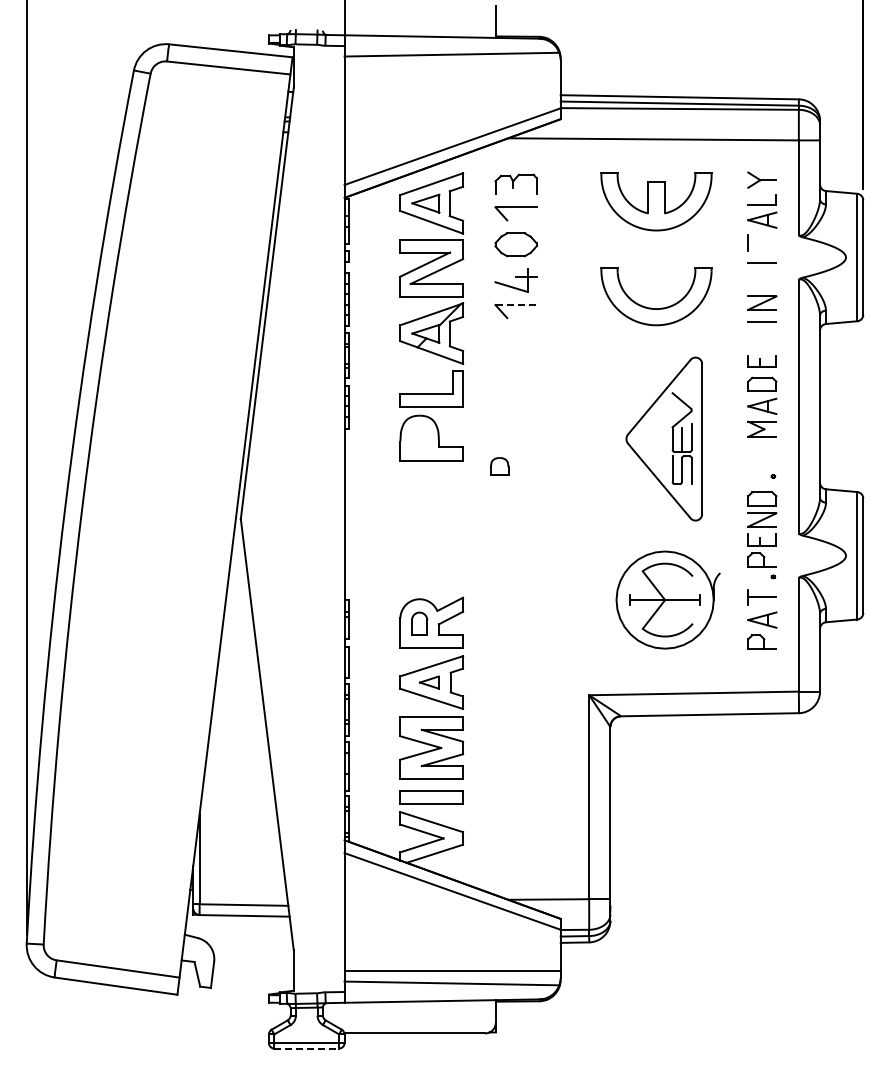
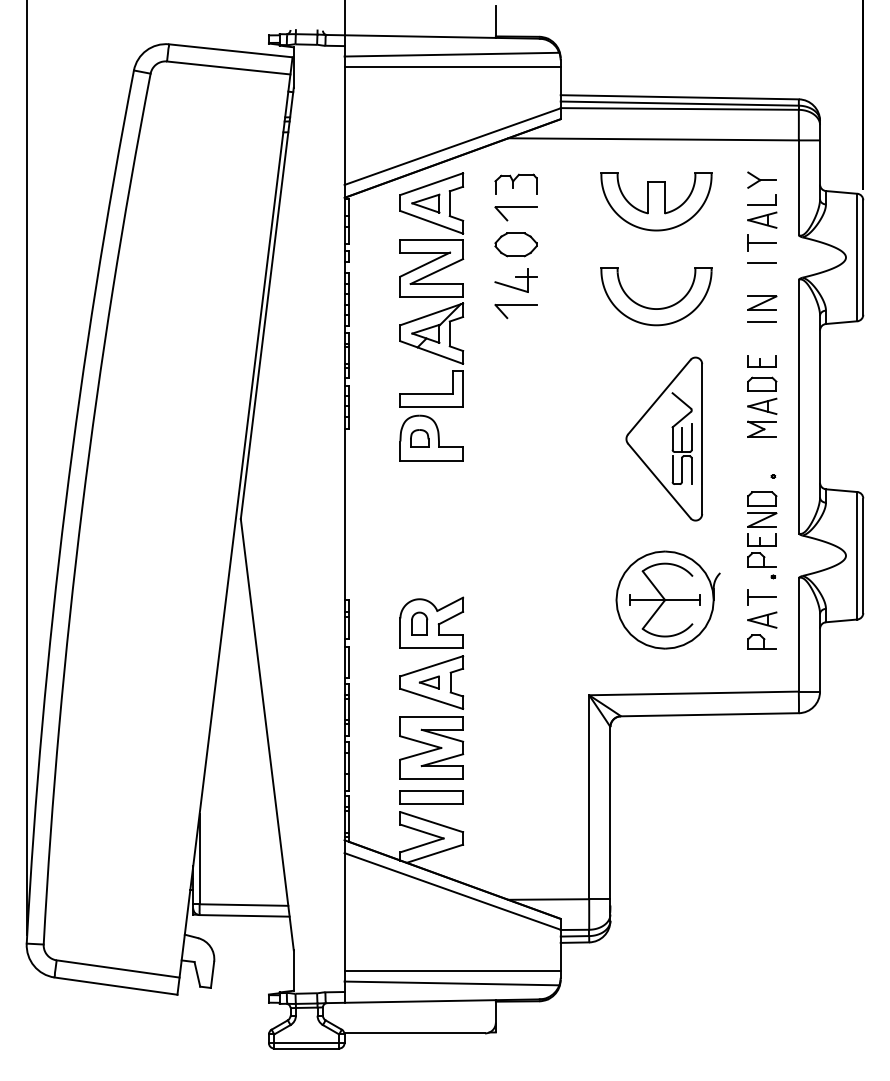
line at (452, 67): none -> present
line at (762, 243): none -> present
line at (516, 305): dashed -> solid
part at (499, 466) position: (499, 466) -> (419, 438)
line at (307, 1048): dashed -> solid
